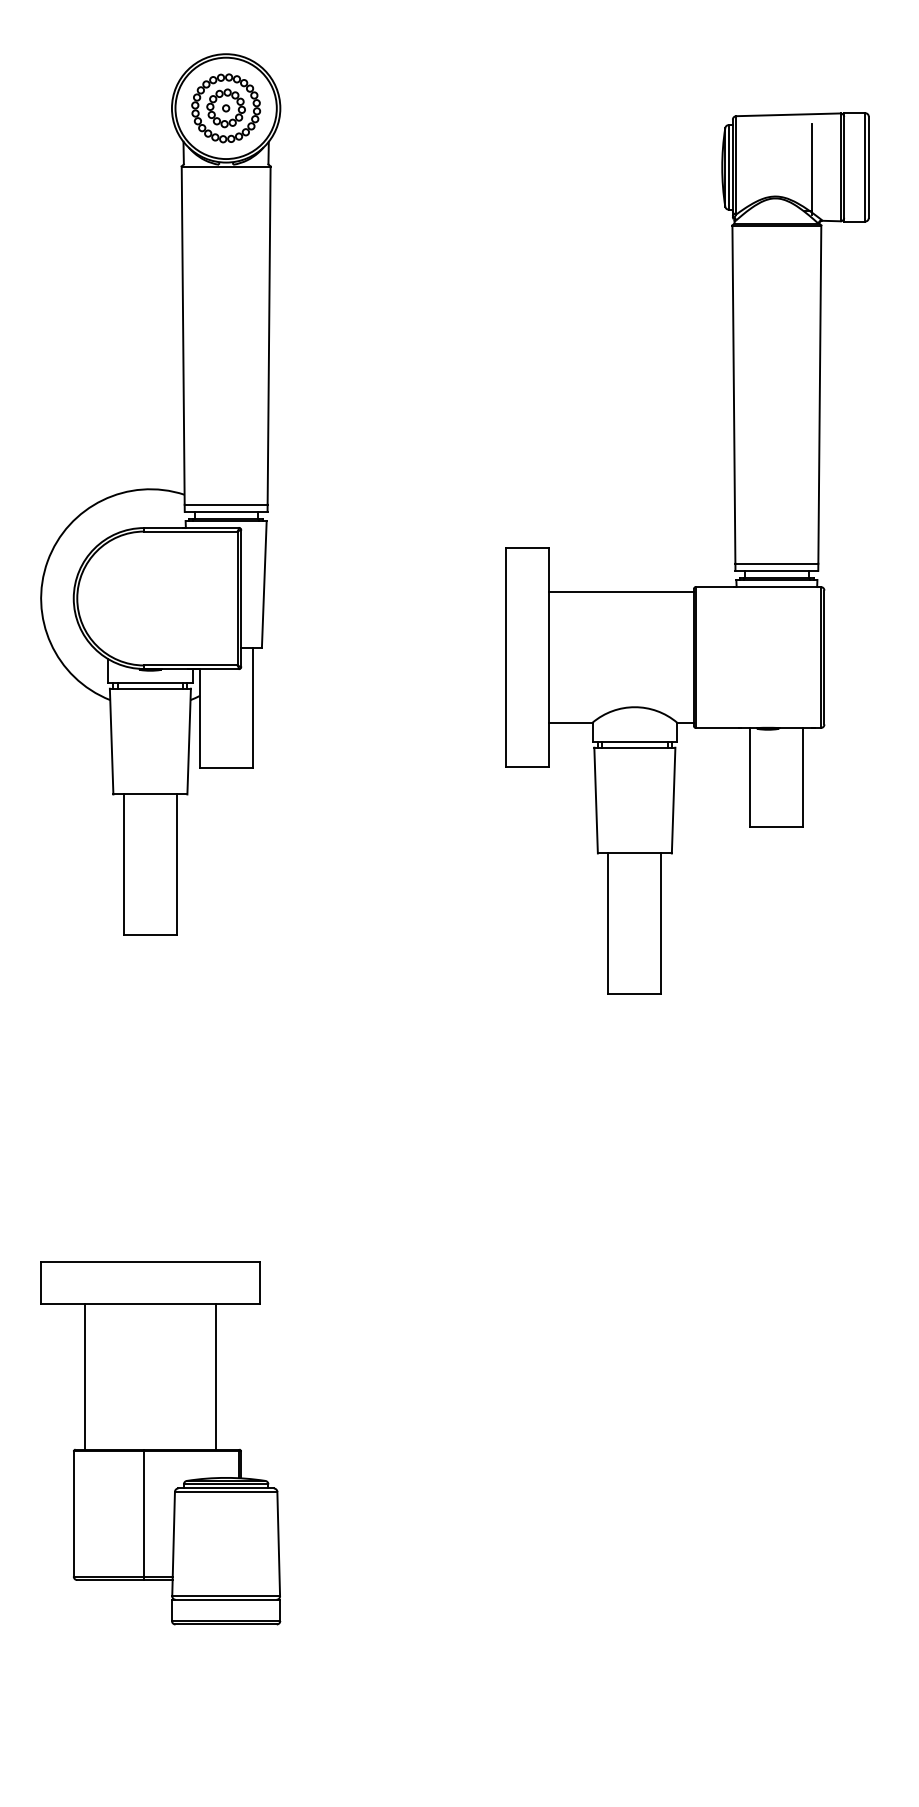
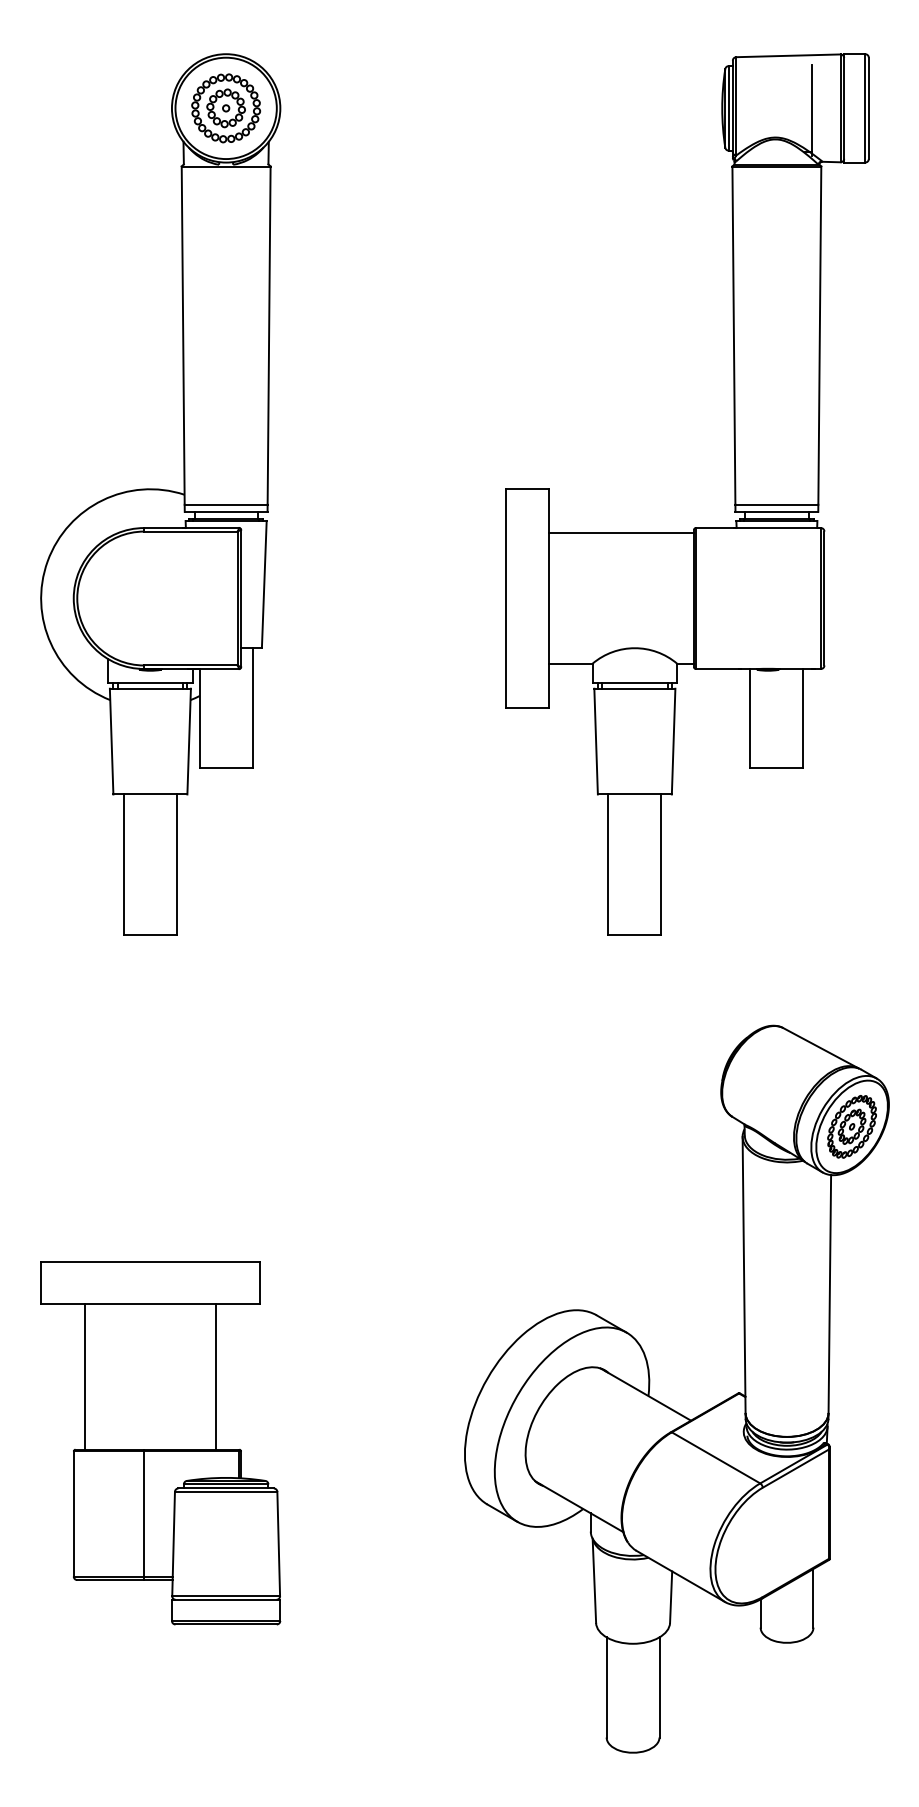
part at (694, 586) position: (694, 586) -> (694, 527)
part at (665, 1404): none -> present
